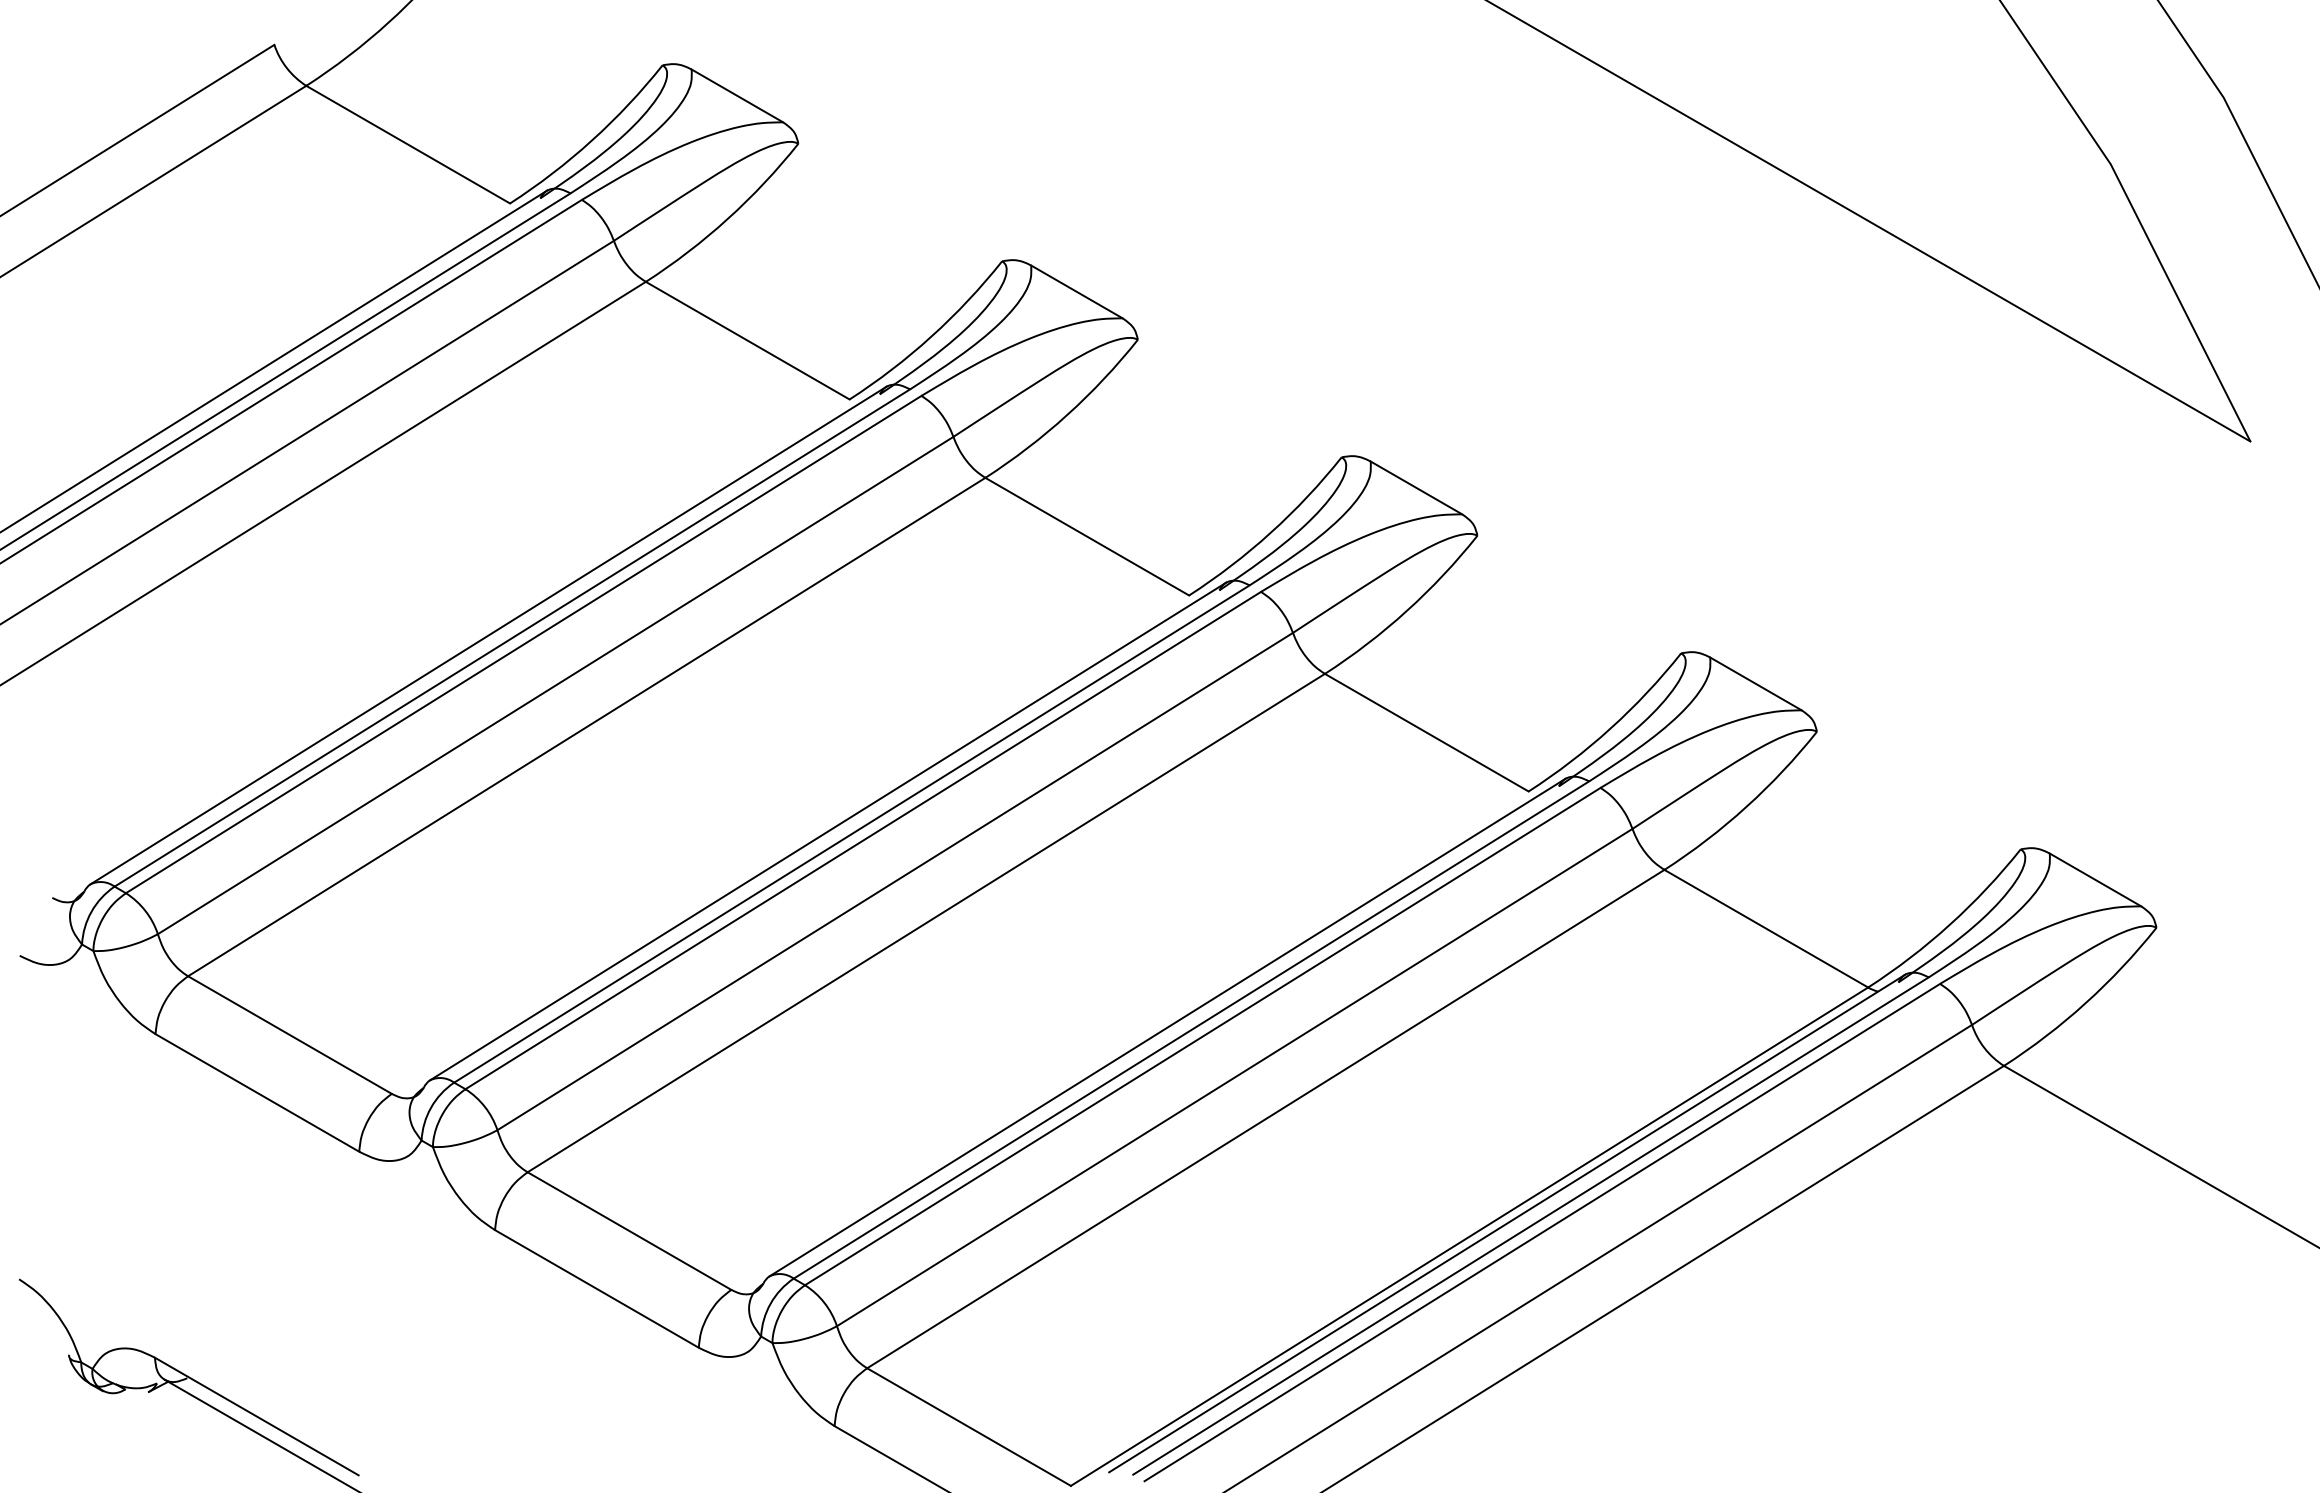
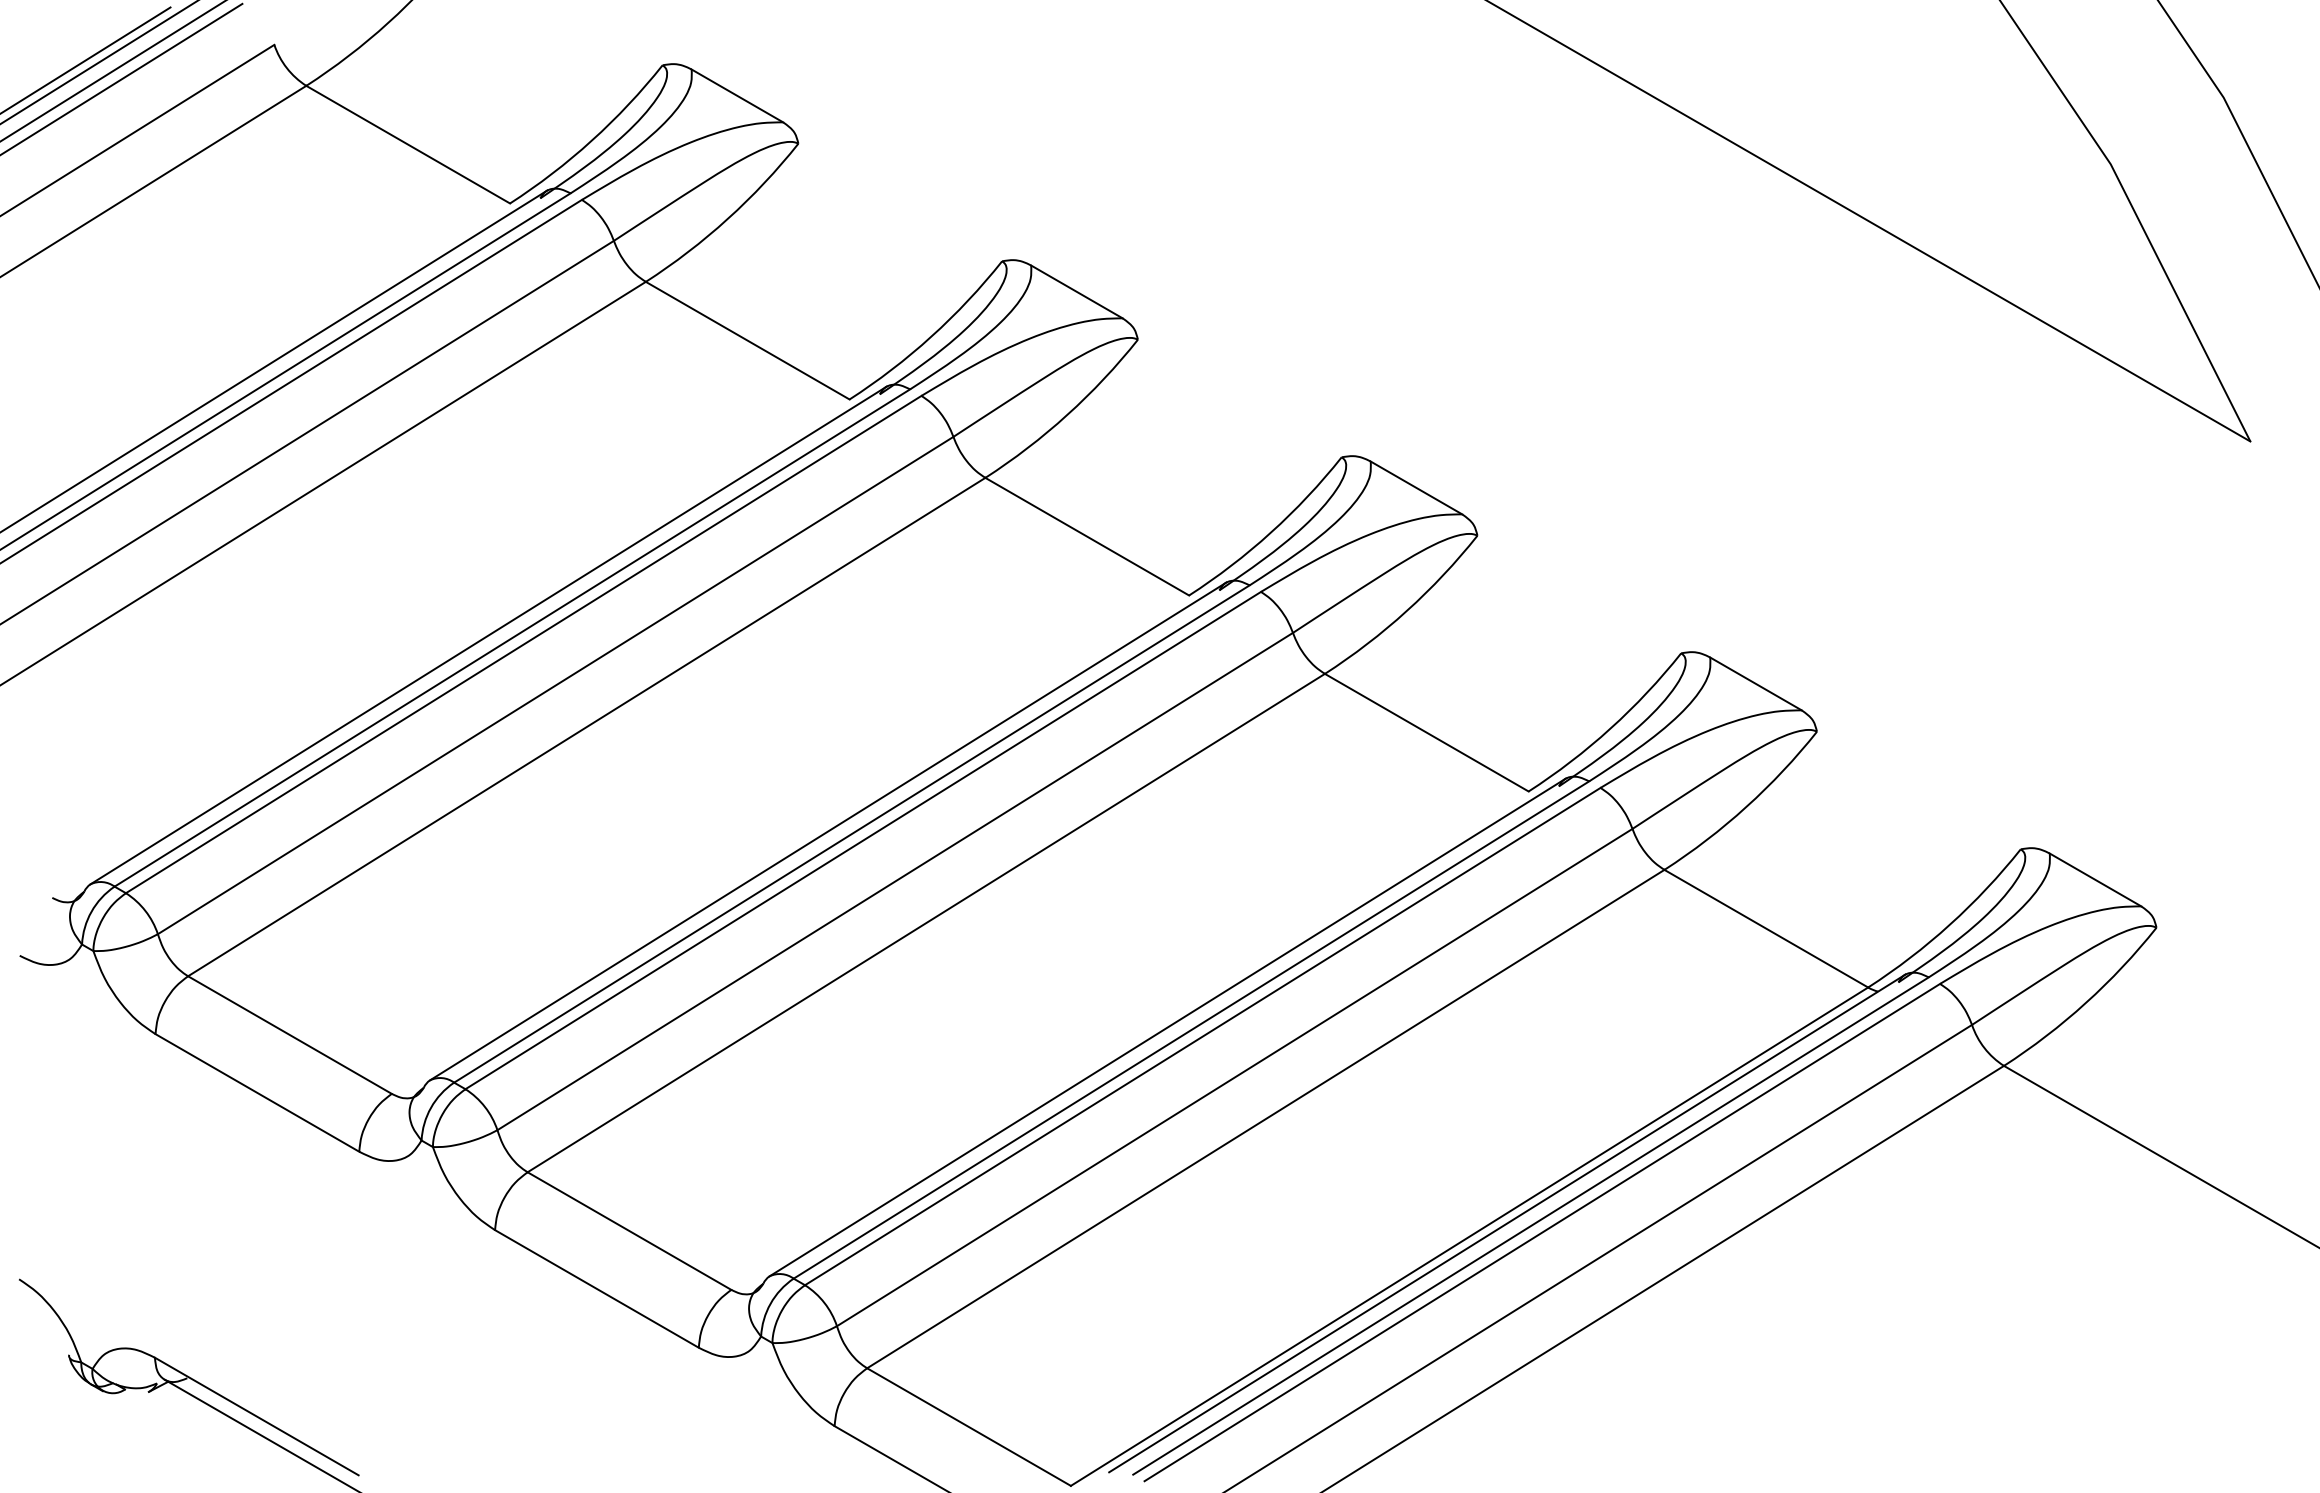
line at (86, 59): none -> present
line at (98, 62): none -> present
line at (112, 71): none -> present
line at (122, 78): none -> present
